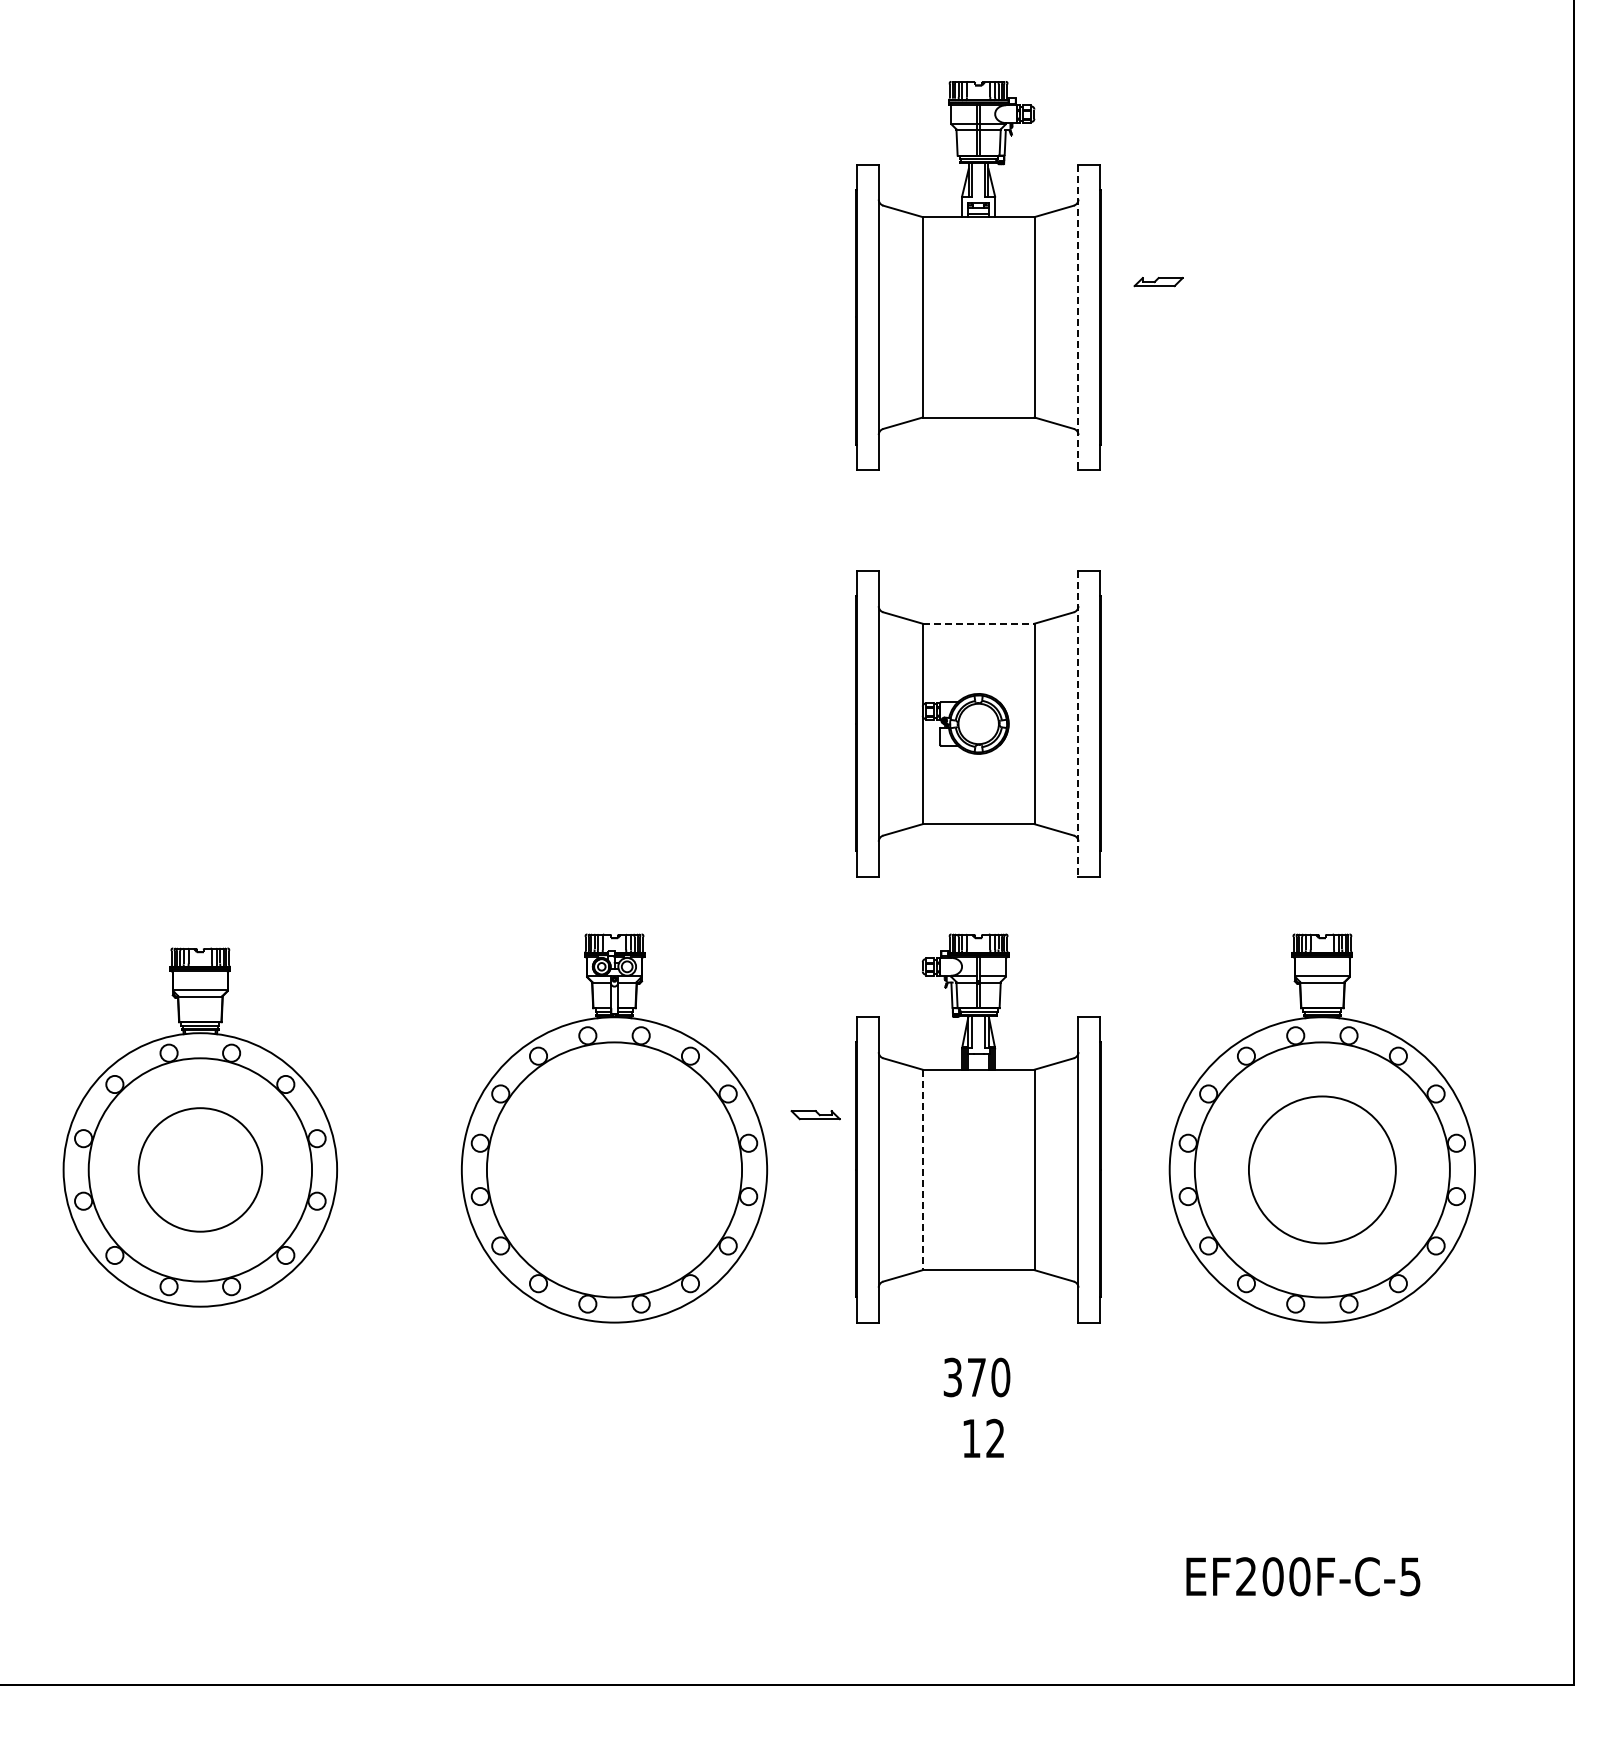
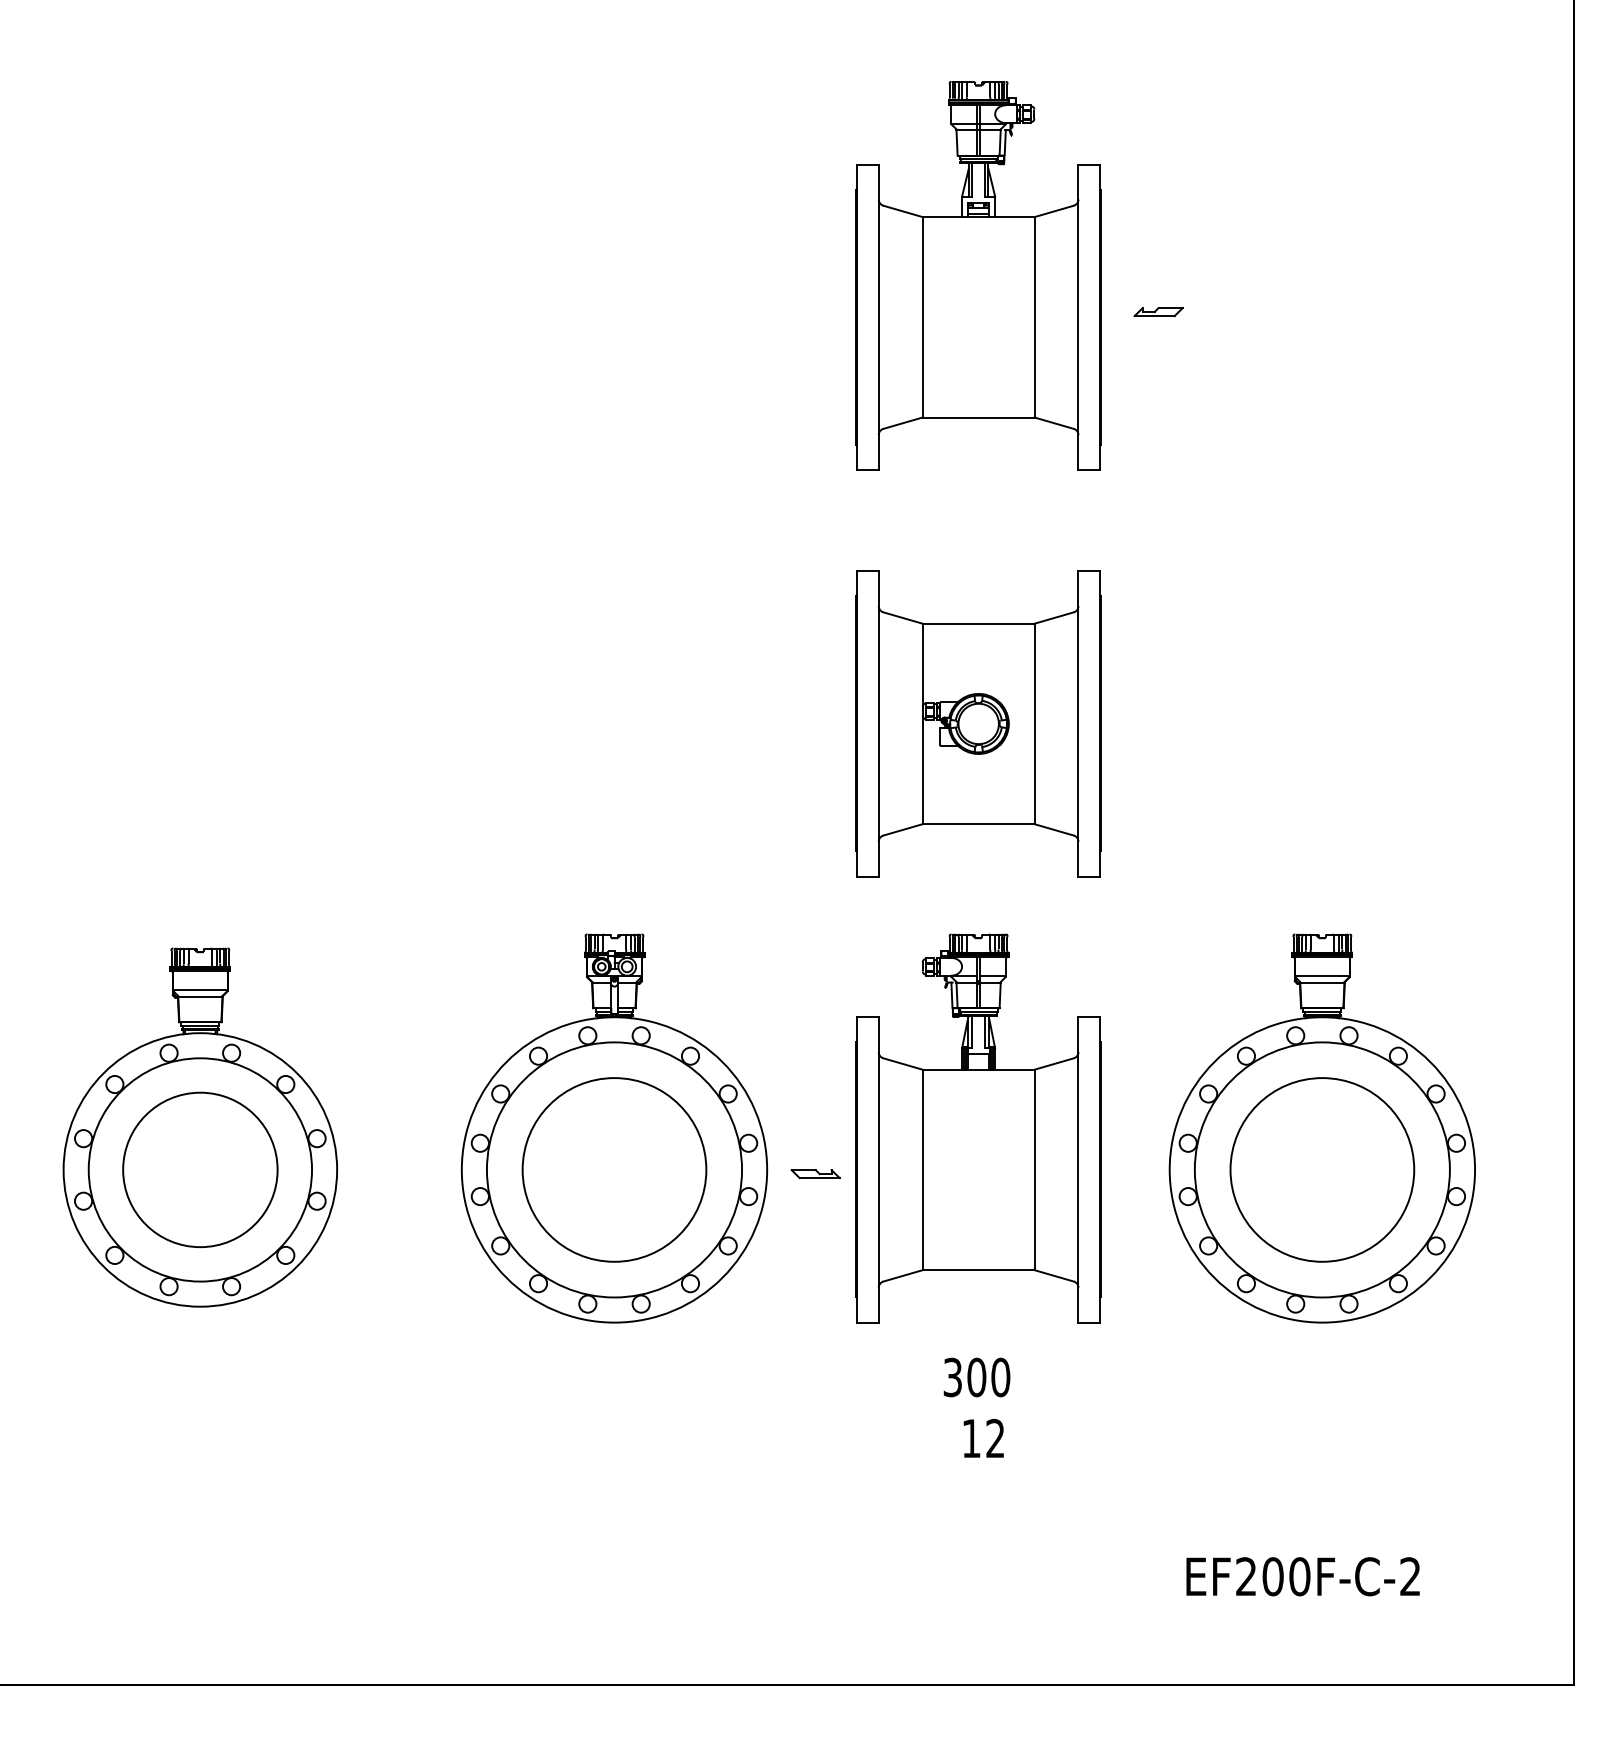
part at (1158, 282) position: (1158, 282) -> (1158, 312)
line at (1078, 317): dashed -> solid
line at (978, 623): dashed -> solid
line at (1078, 723): dashed -> solid
part at (815, 1115) position: (815, 1115) -> (815, 1174)
circle at (200, 1169) diameter: 124 px -> 154 px
circle at (614, 1169): none -> present
circle at (1322, 1169) size: 149x150 px -> 187x186 px
line at (922, 1170): dashed -> solid
text at (976, 1377): 370 -> 300
text at (1410, 1576): EF200F-C-5 -> EF200F-C-2
